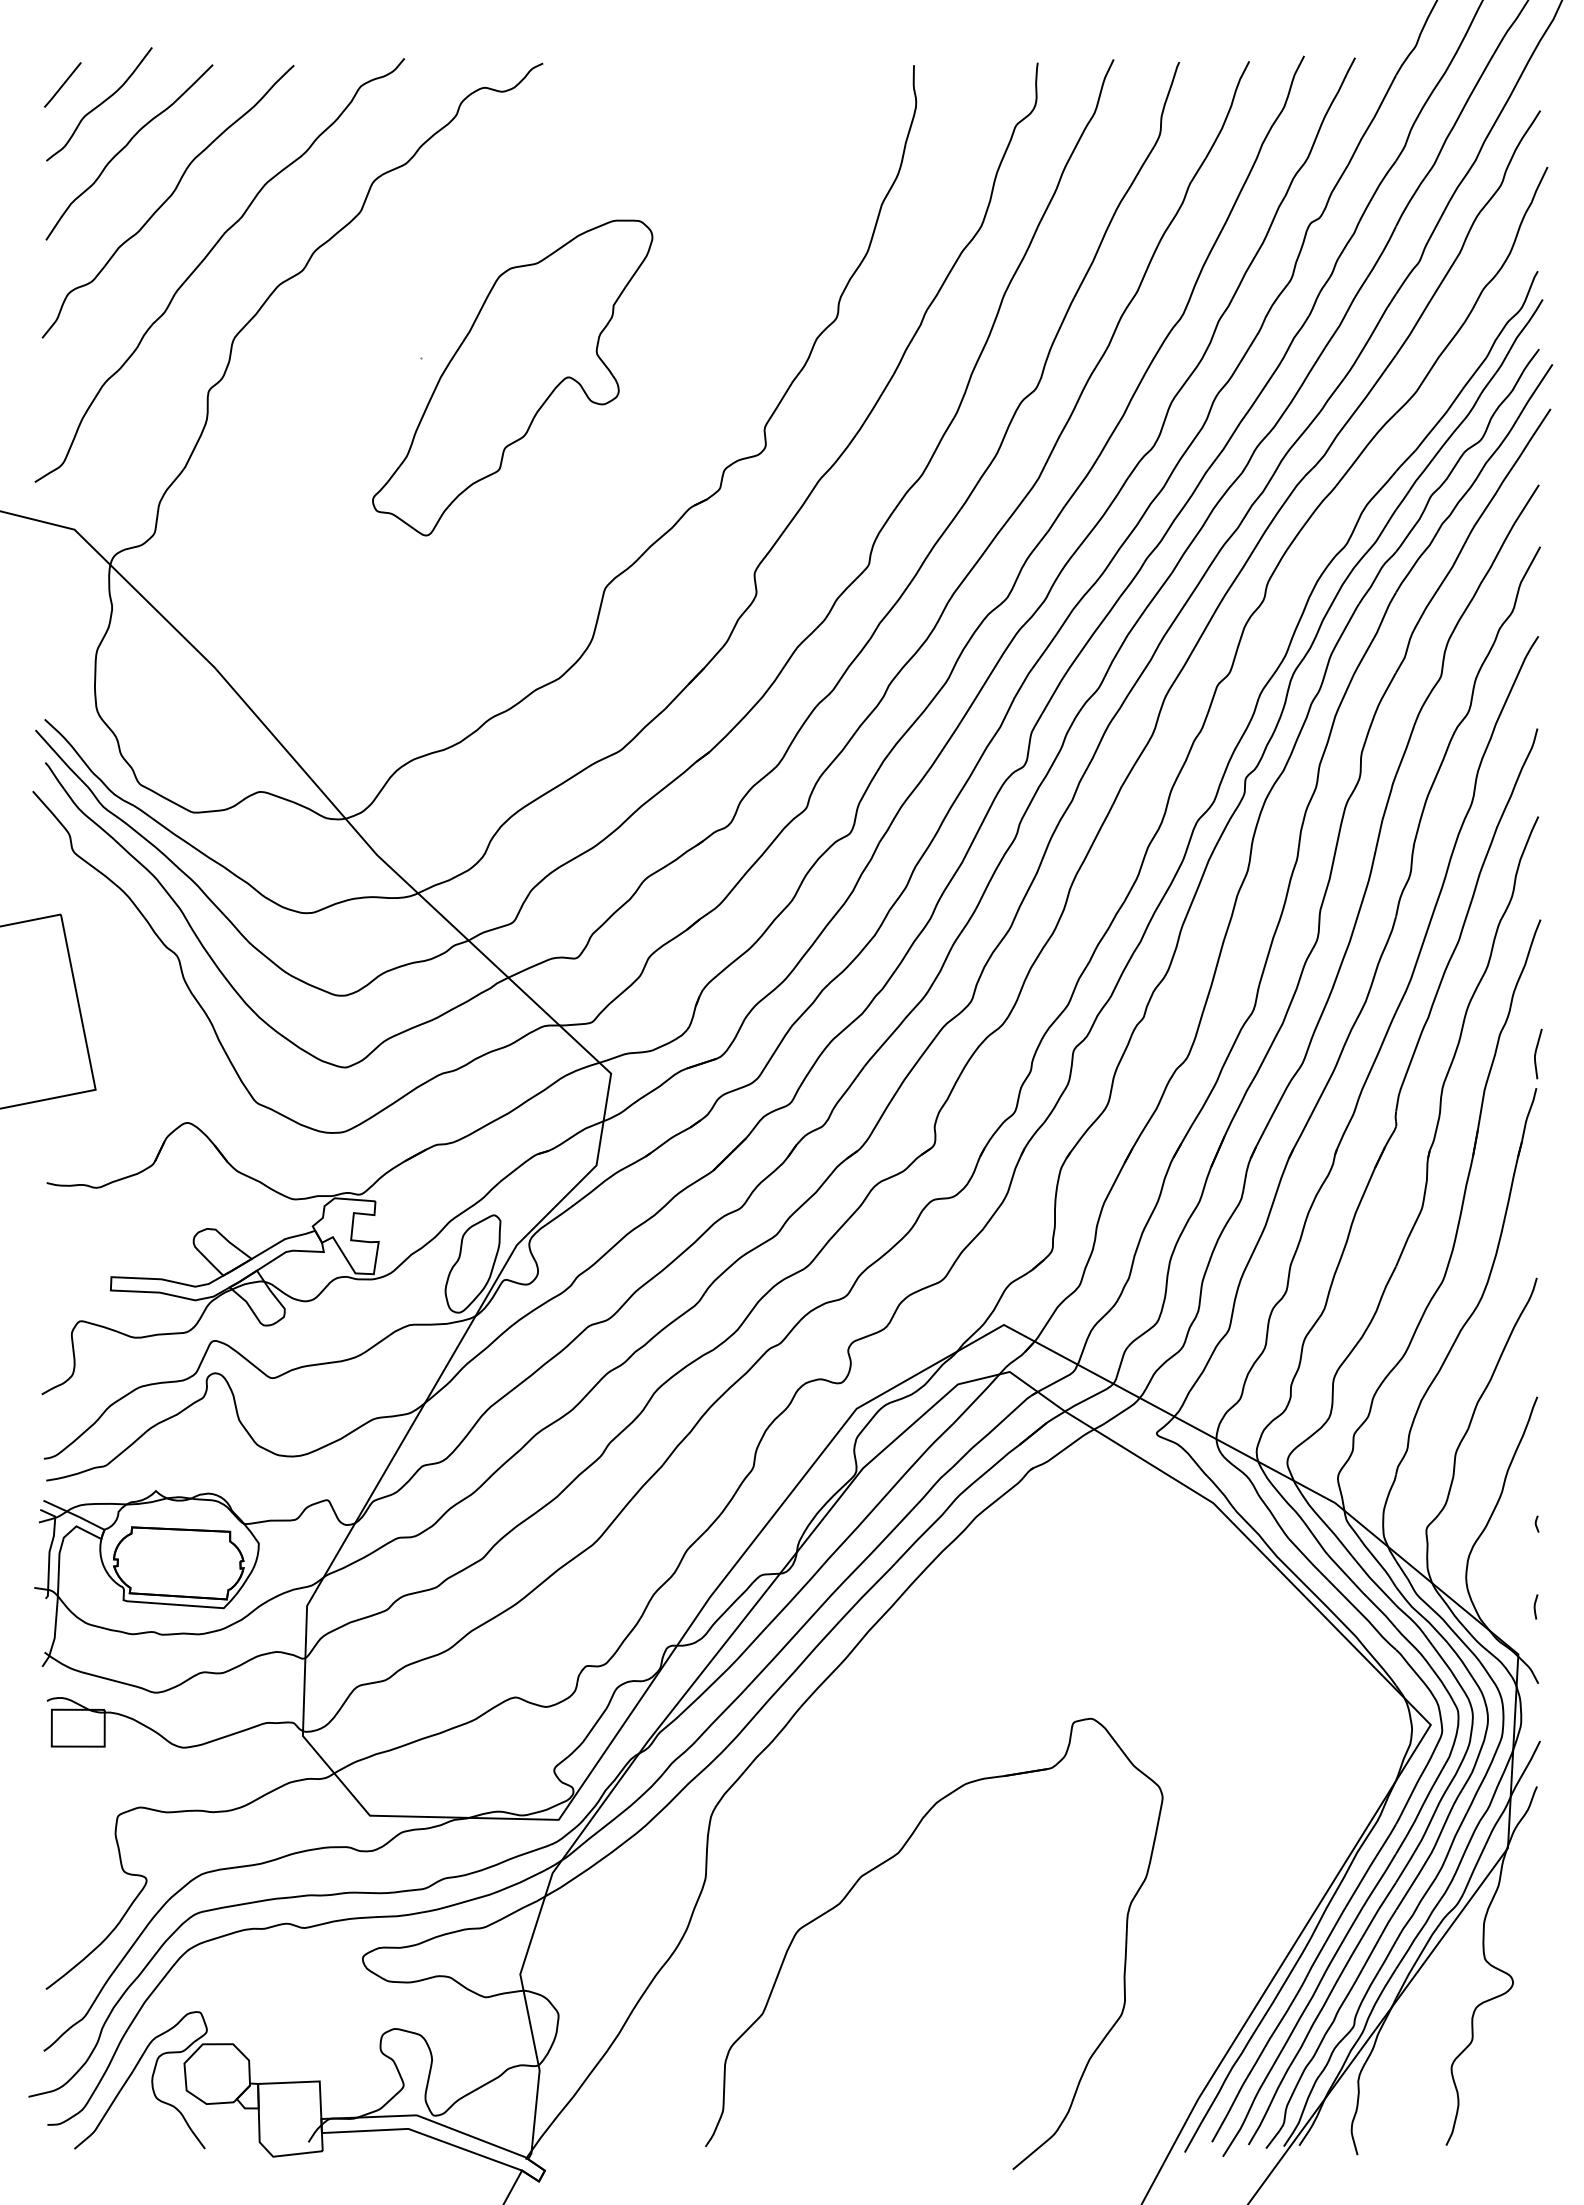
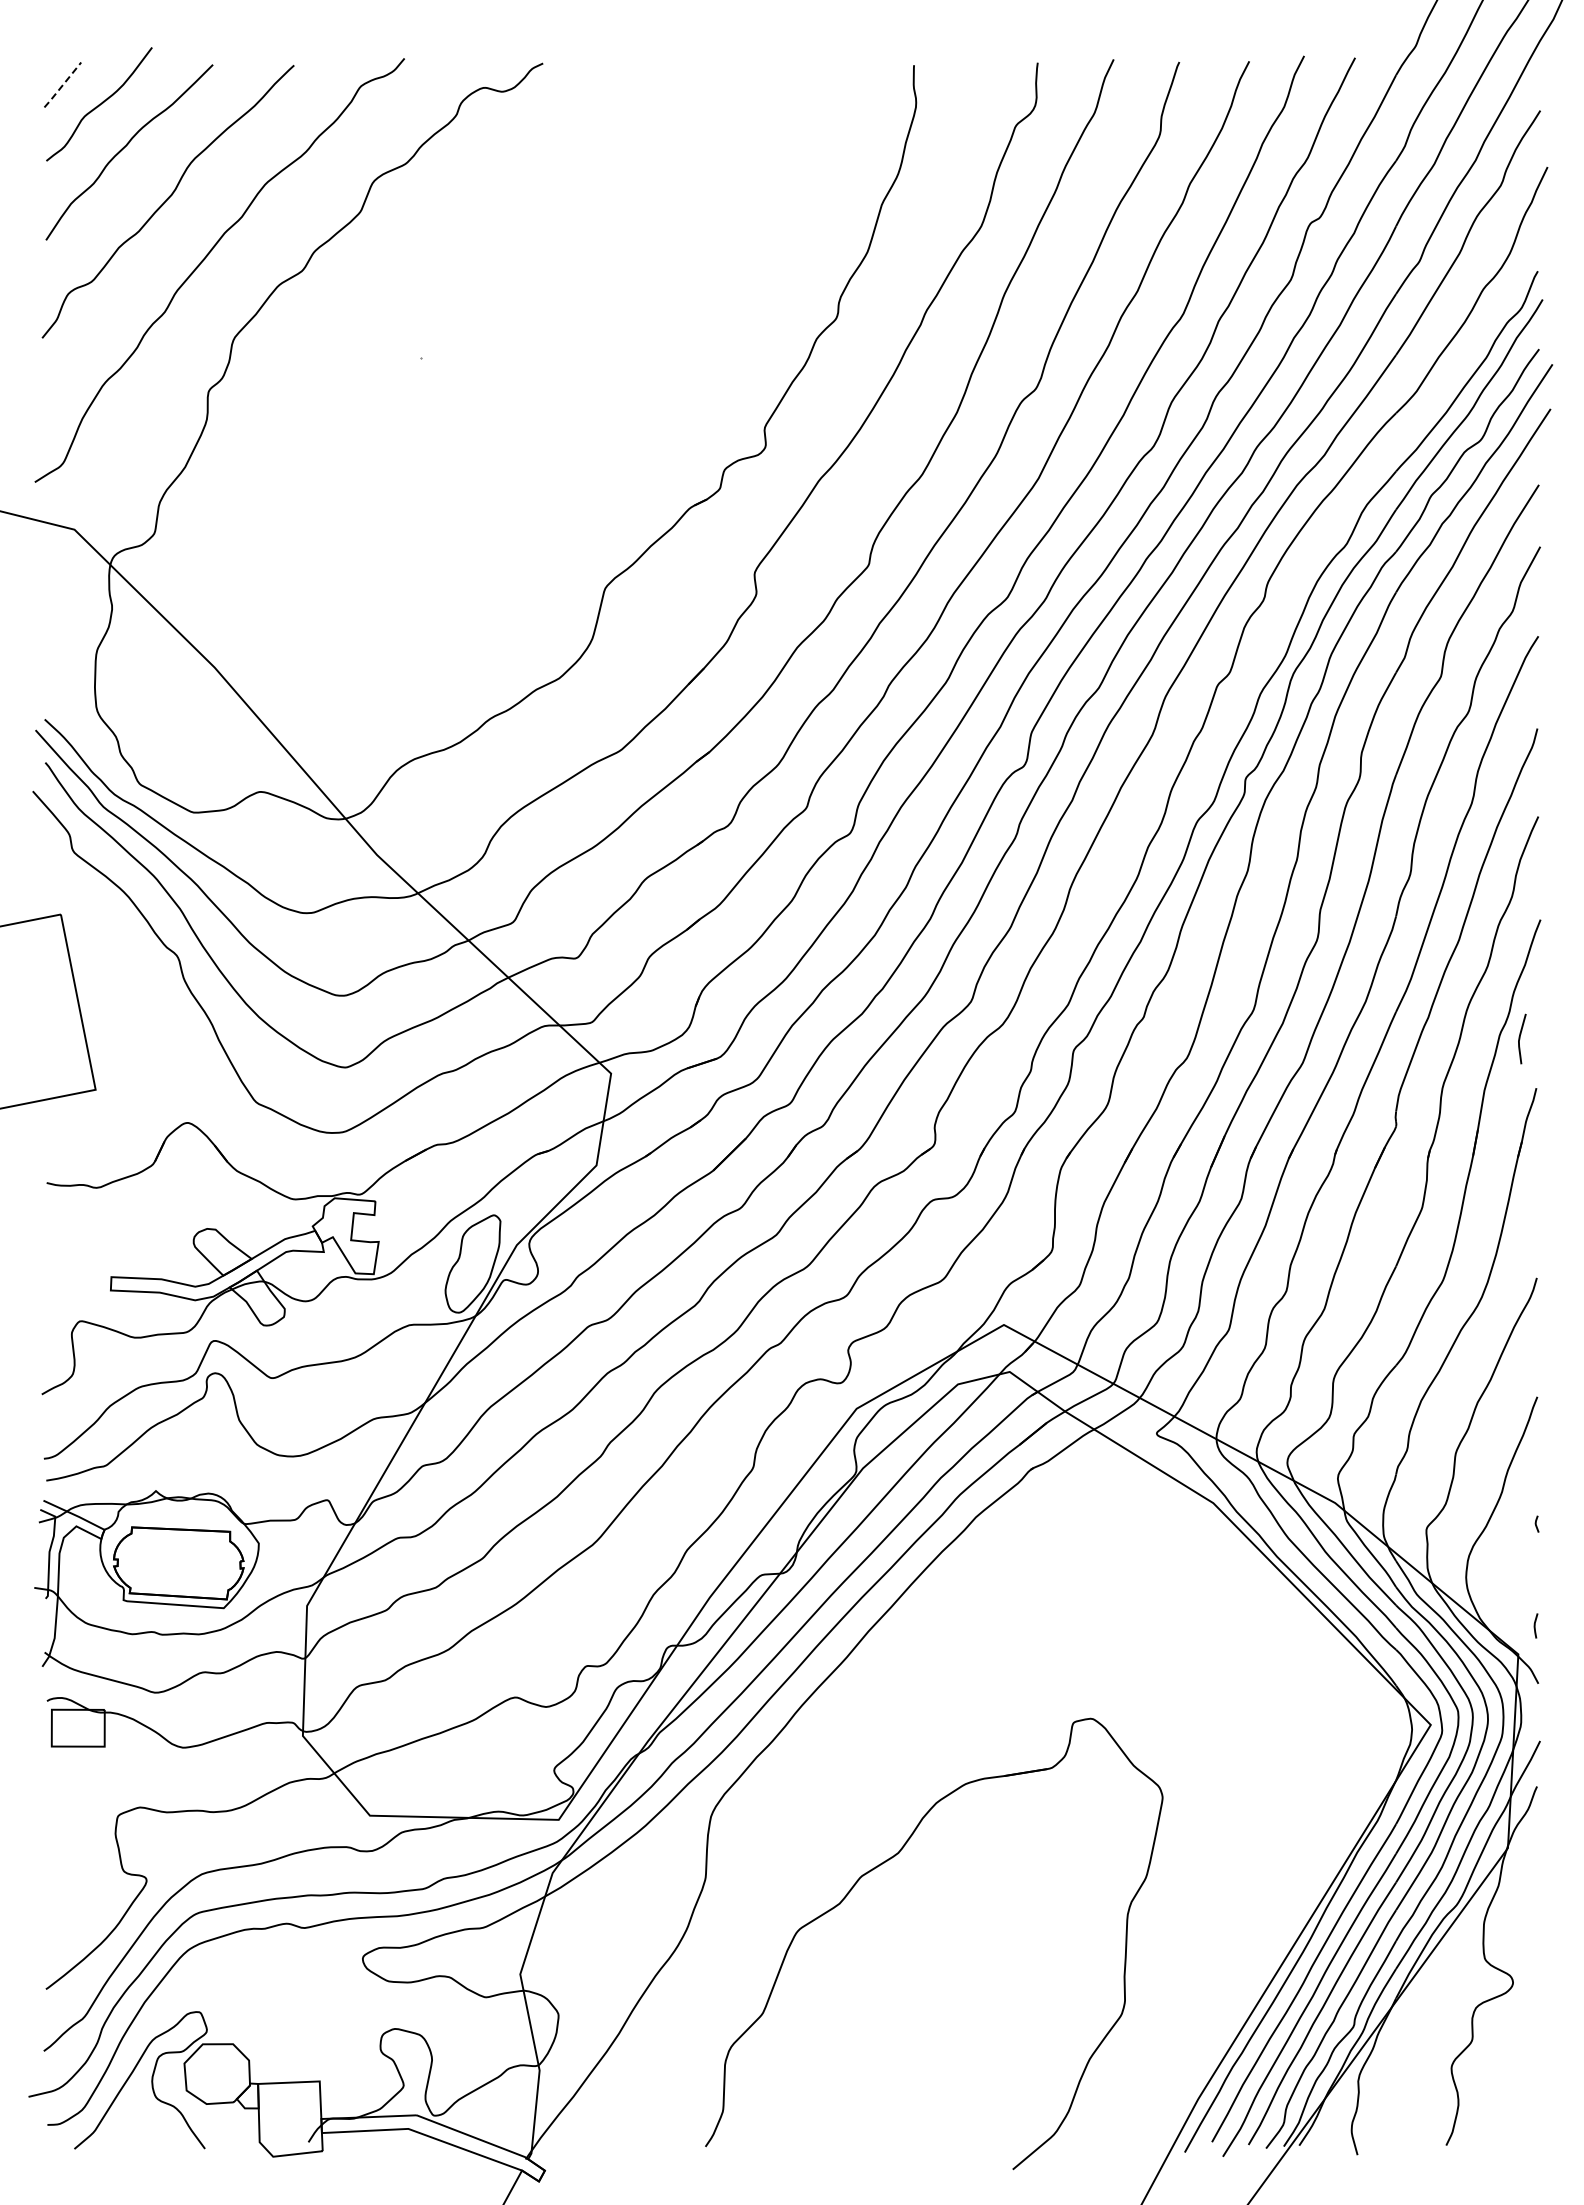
line at (62, 85): solid -> dashed
part at (512, 377): present -> none
line at (1536, 1053) position: (1536, 1053) -> (1520, 1038)
line at (1535, 1606) position: (1535, 1606) -> (1535, 1625)
